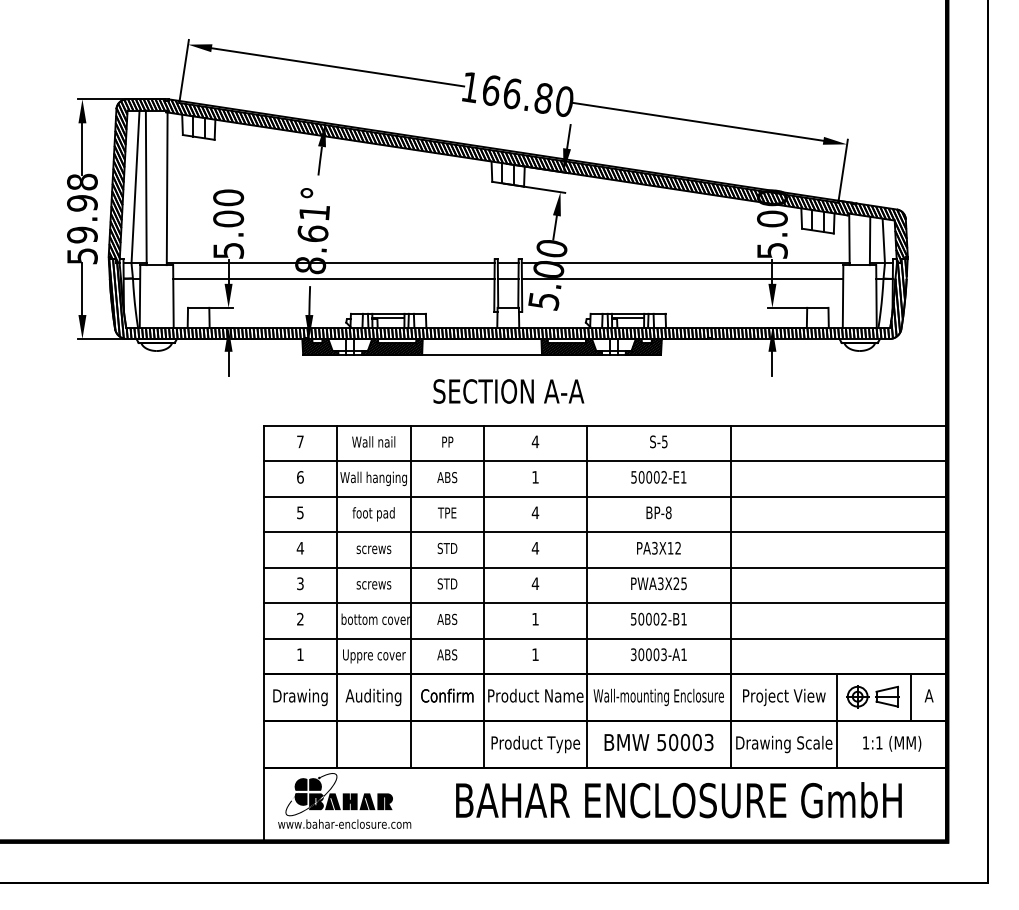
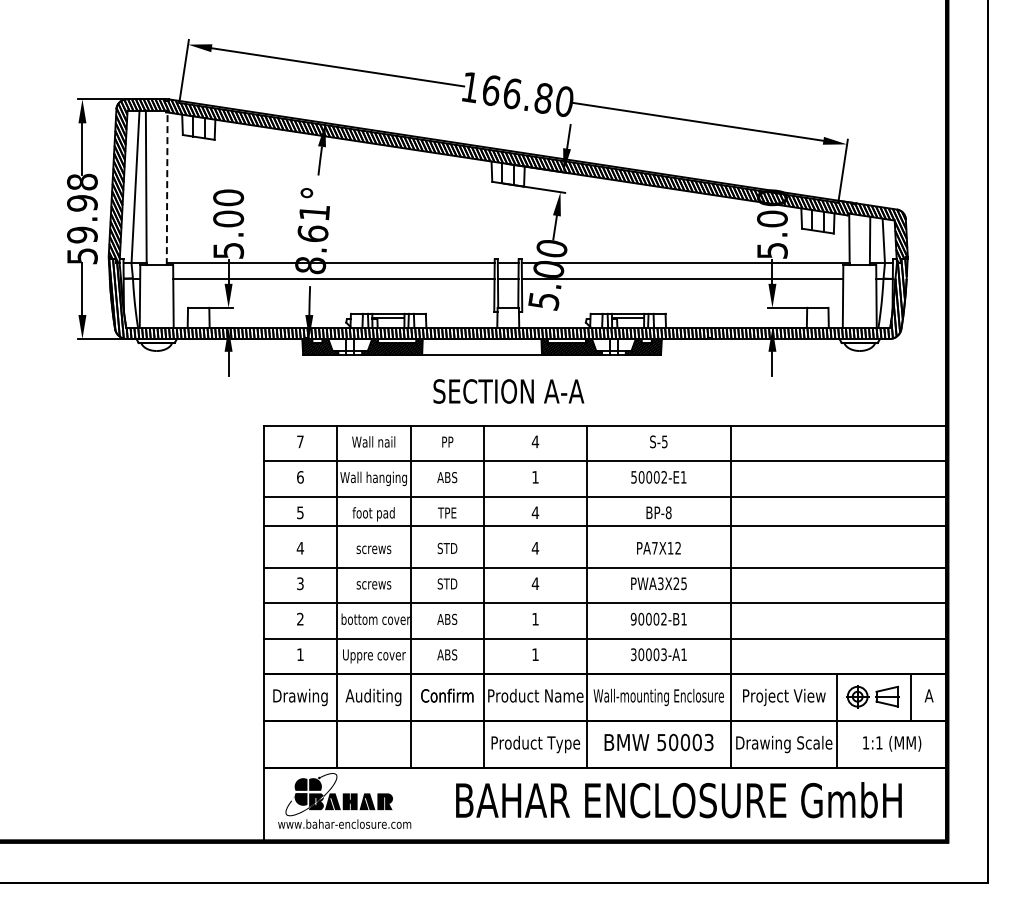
line at (167, 188): solid -> dashed
line at (605, 532) position: (605, 532) -> (605, 526)
text at (654, 547): PA3X12 -> PA7X12
text at (633, 618): 50002-B1 -> 90002-B1
